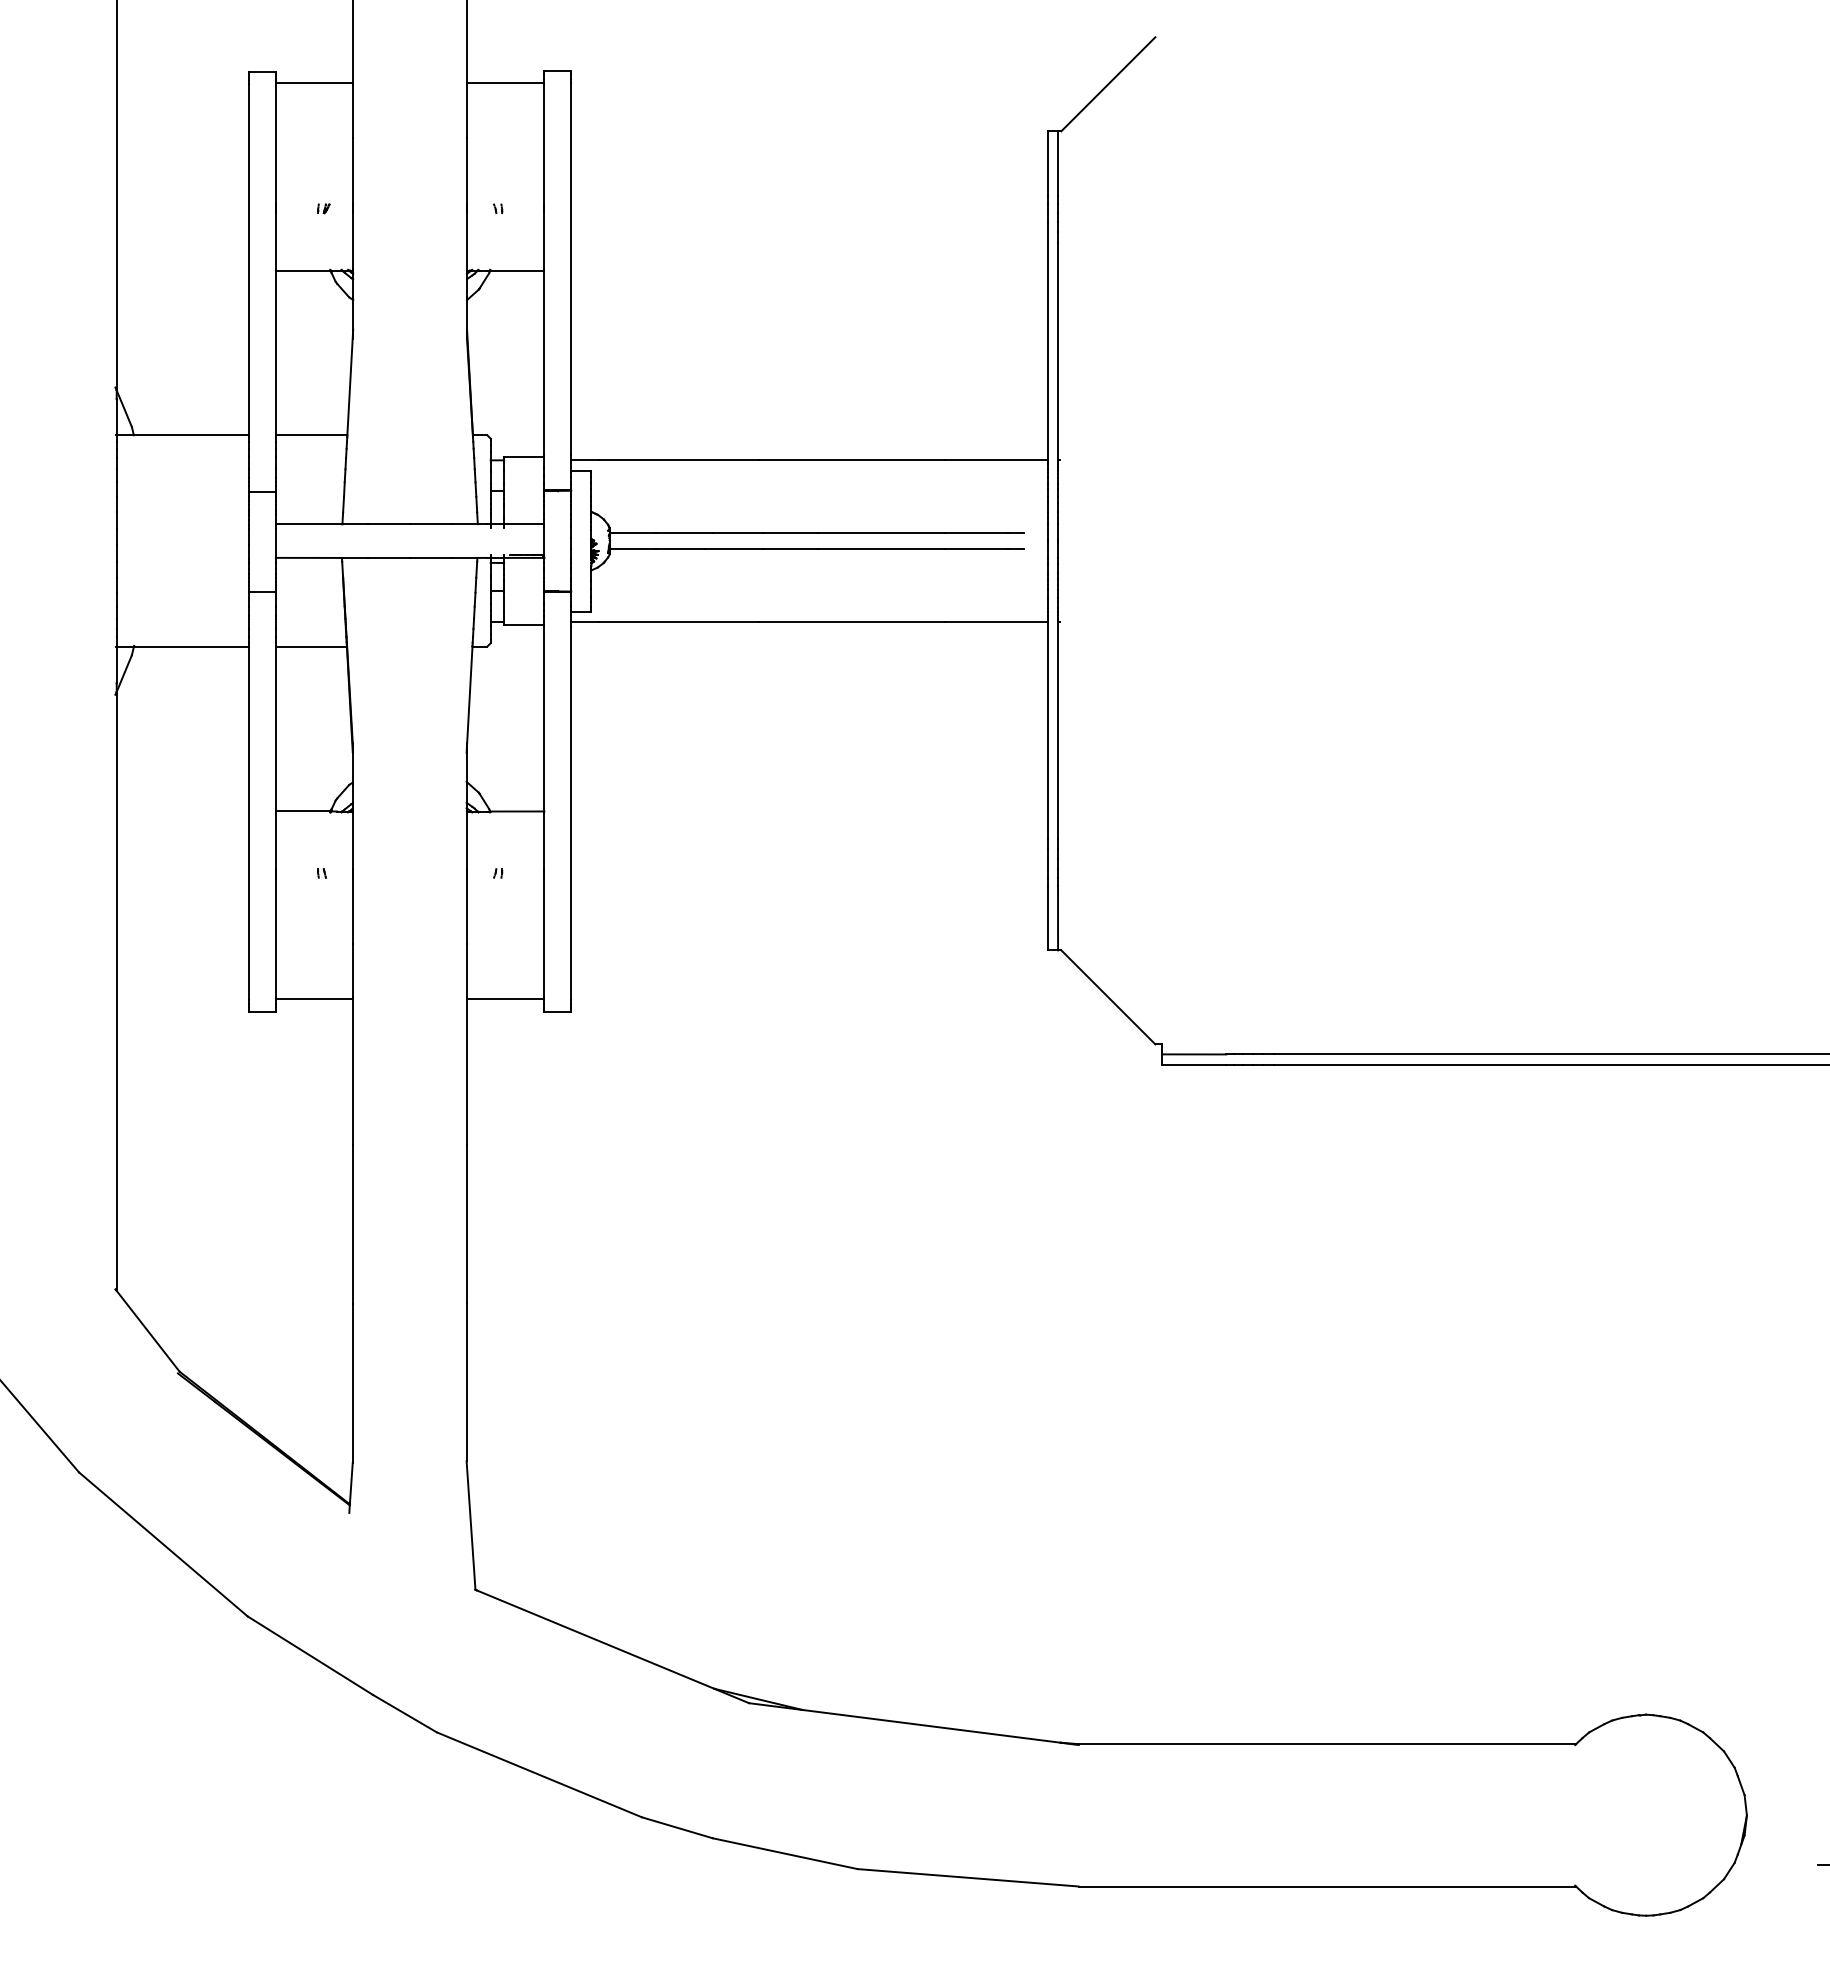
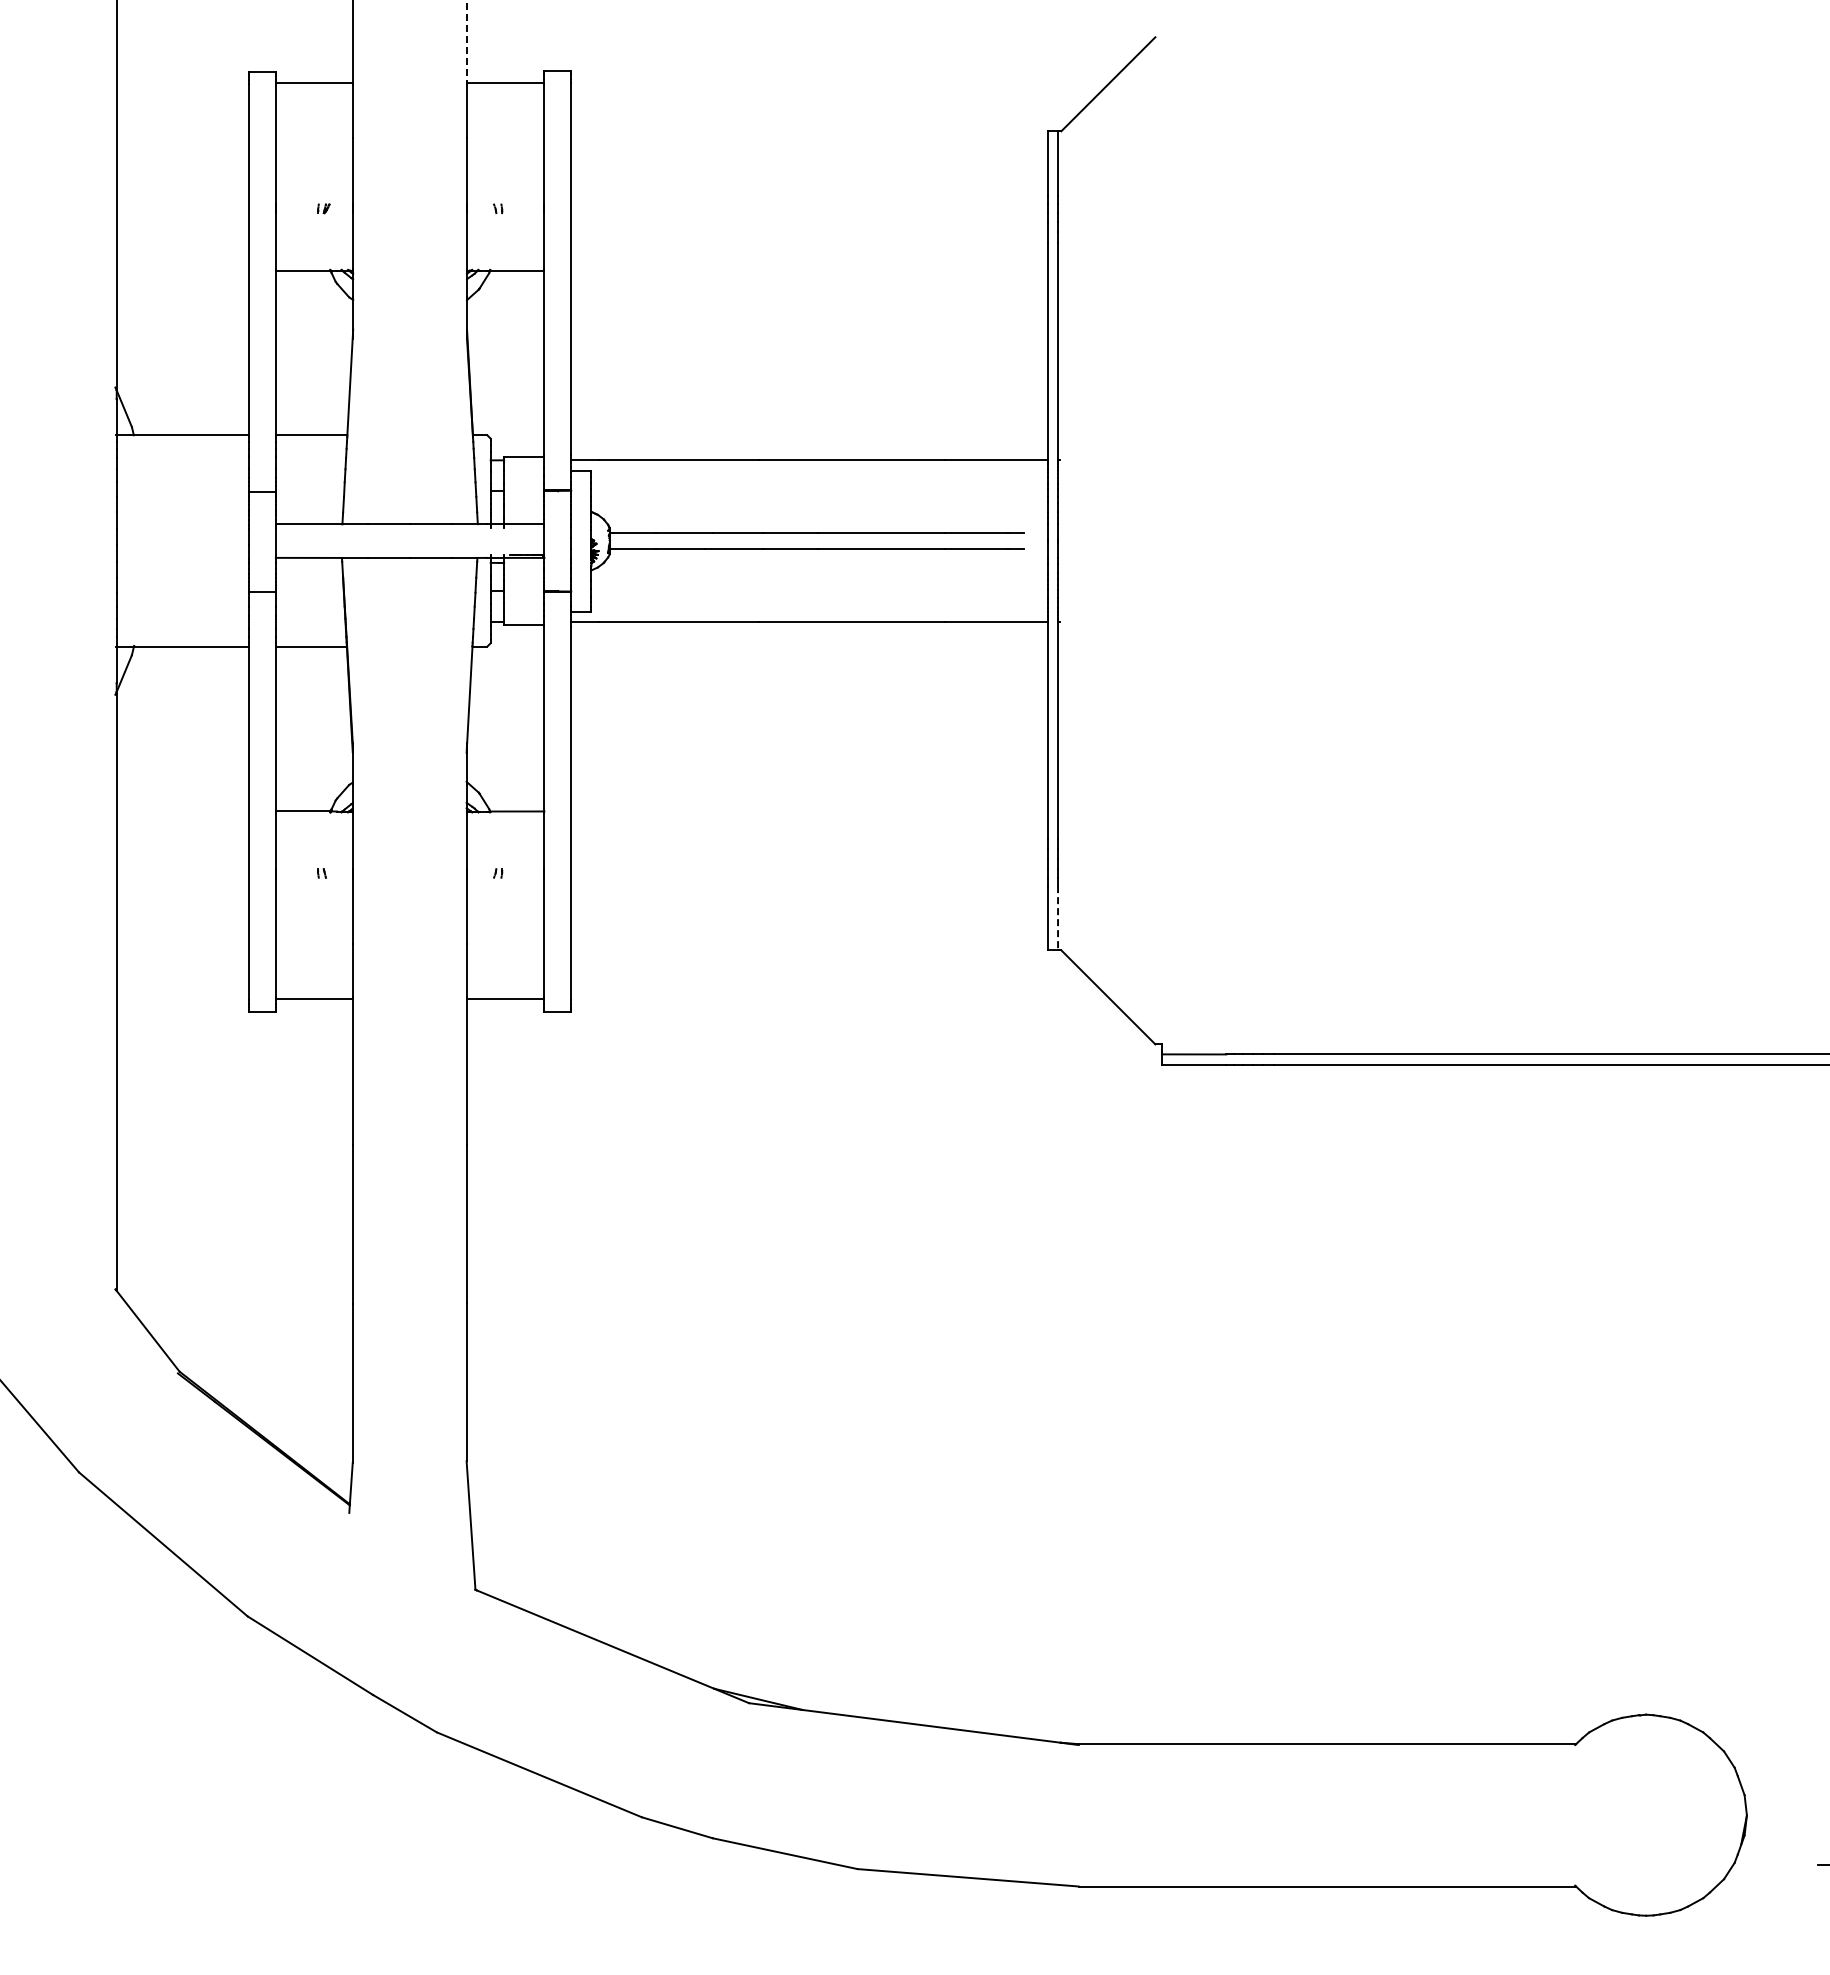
line at (467, 42): solid -> dashed
line at (1058, 918): solid -> dashed
